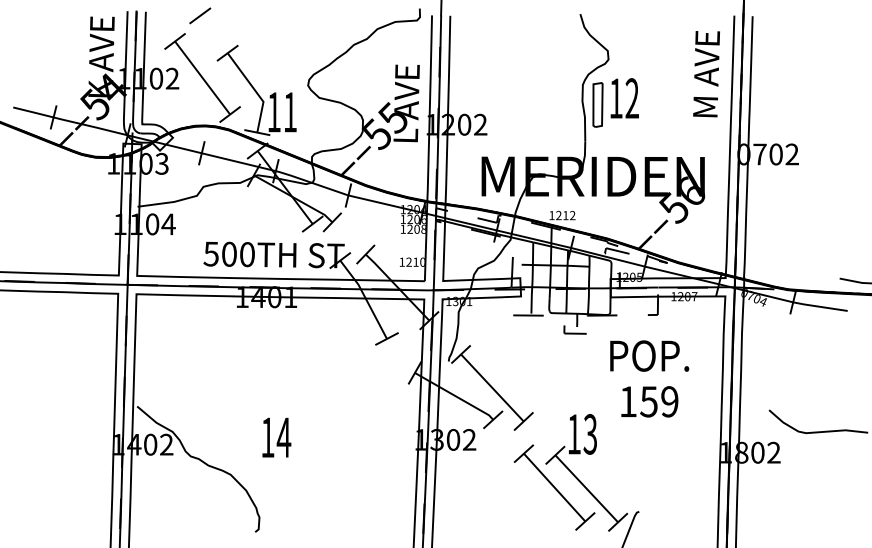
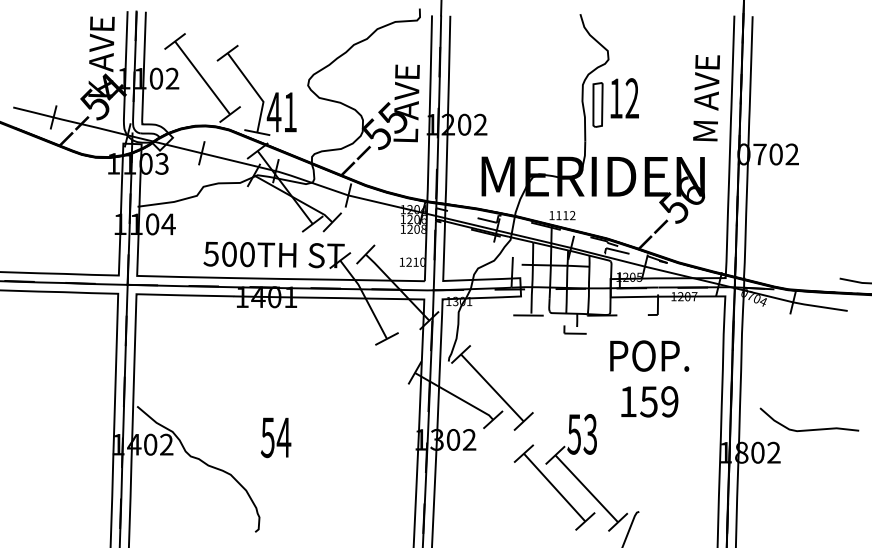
line at (200, 15): present -> none
text at (706, 74) position: (706, 74) -> (706, 98)
text at (273, 112): 11 -> 41
text at (558, 214): 1212 -> 1112
curve at (818, 431) position: (818, 431) -> (809, 429)
text at (573, 434): 13 -> 53
text at (267, 437): 14 -> 54
